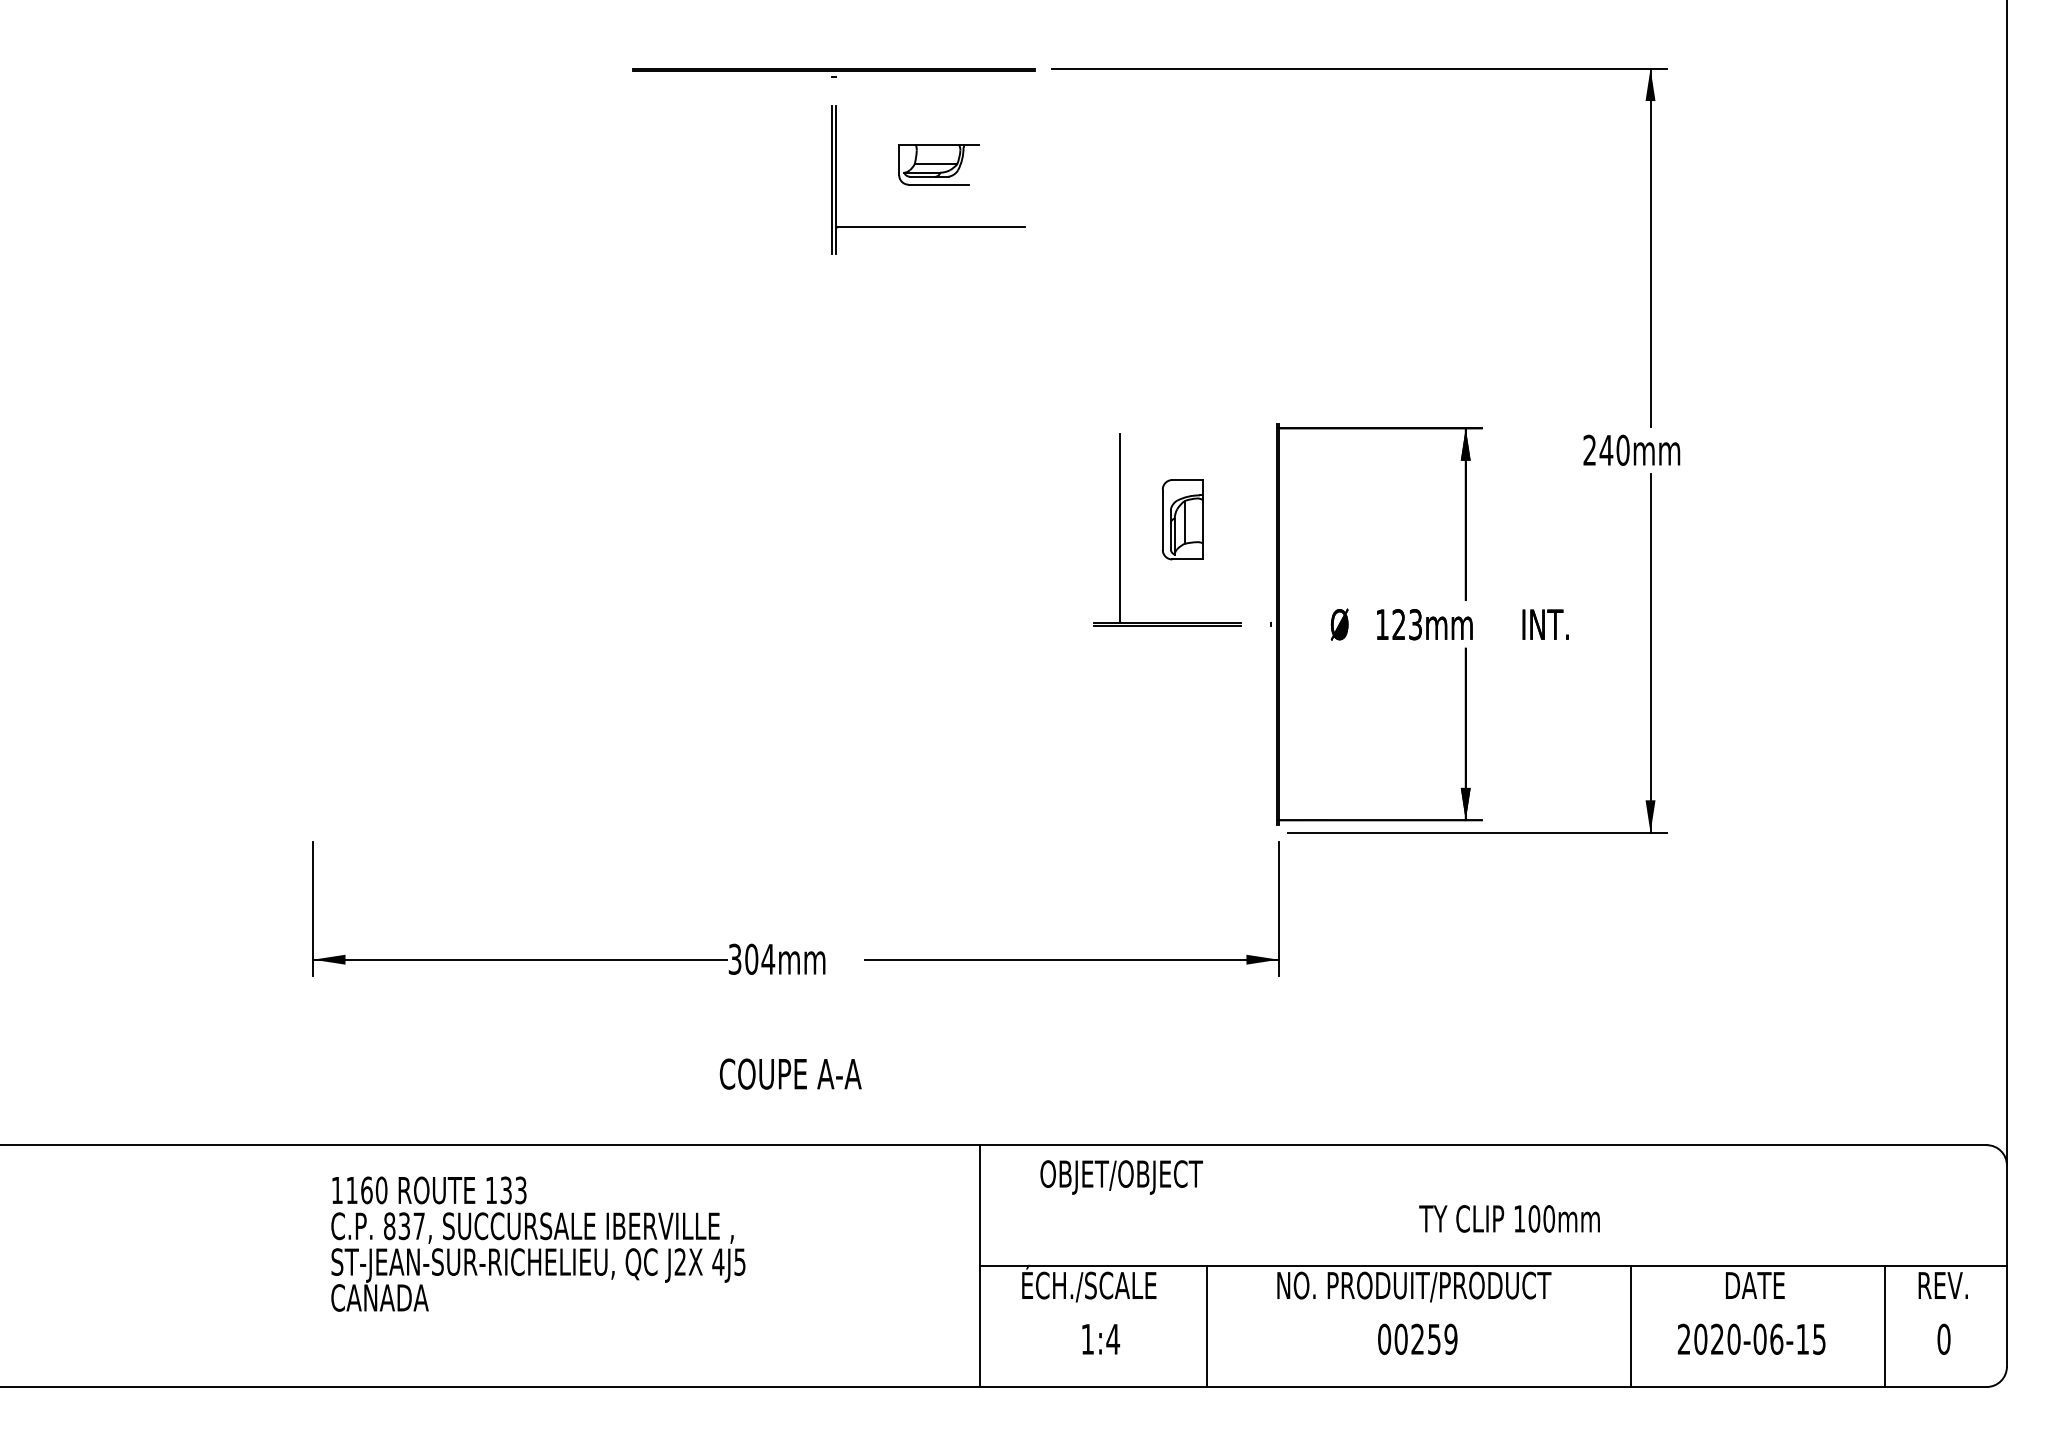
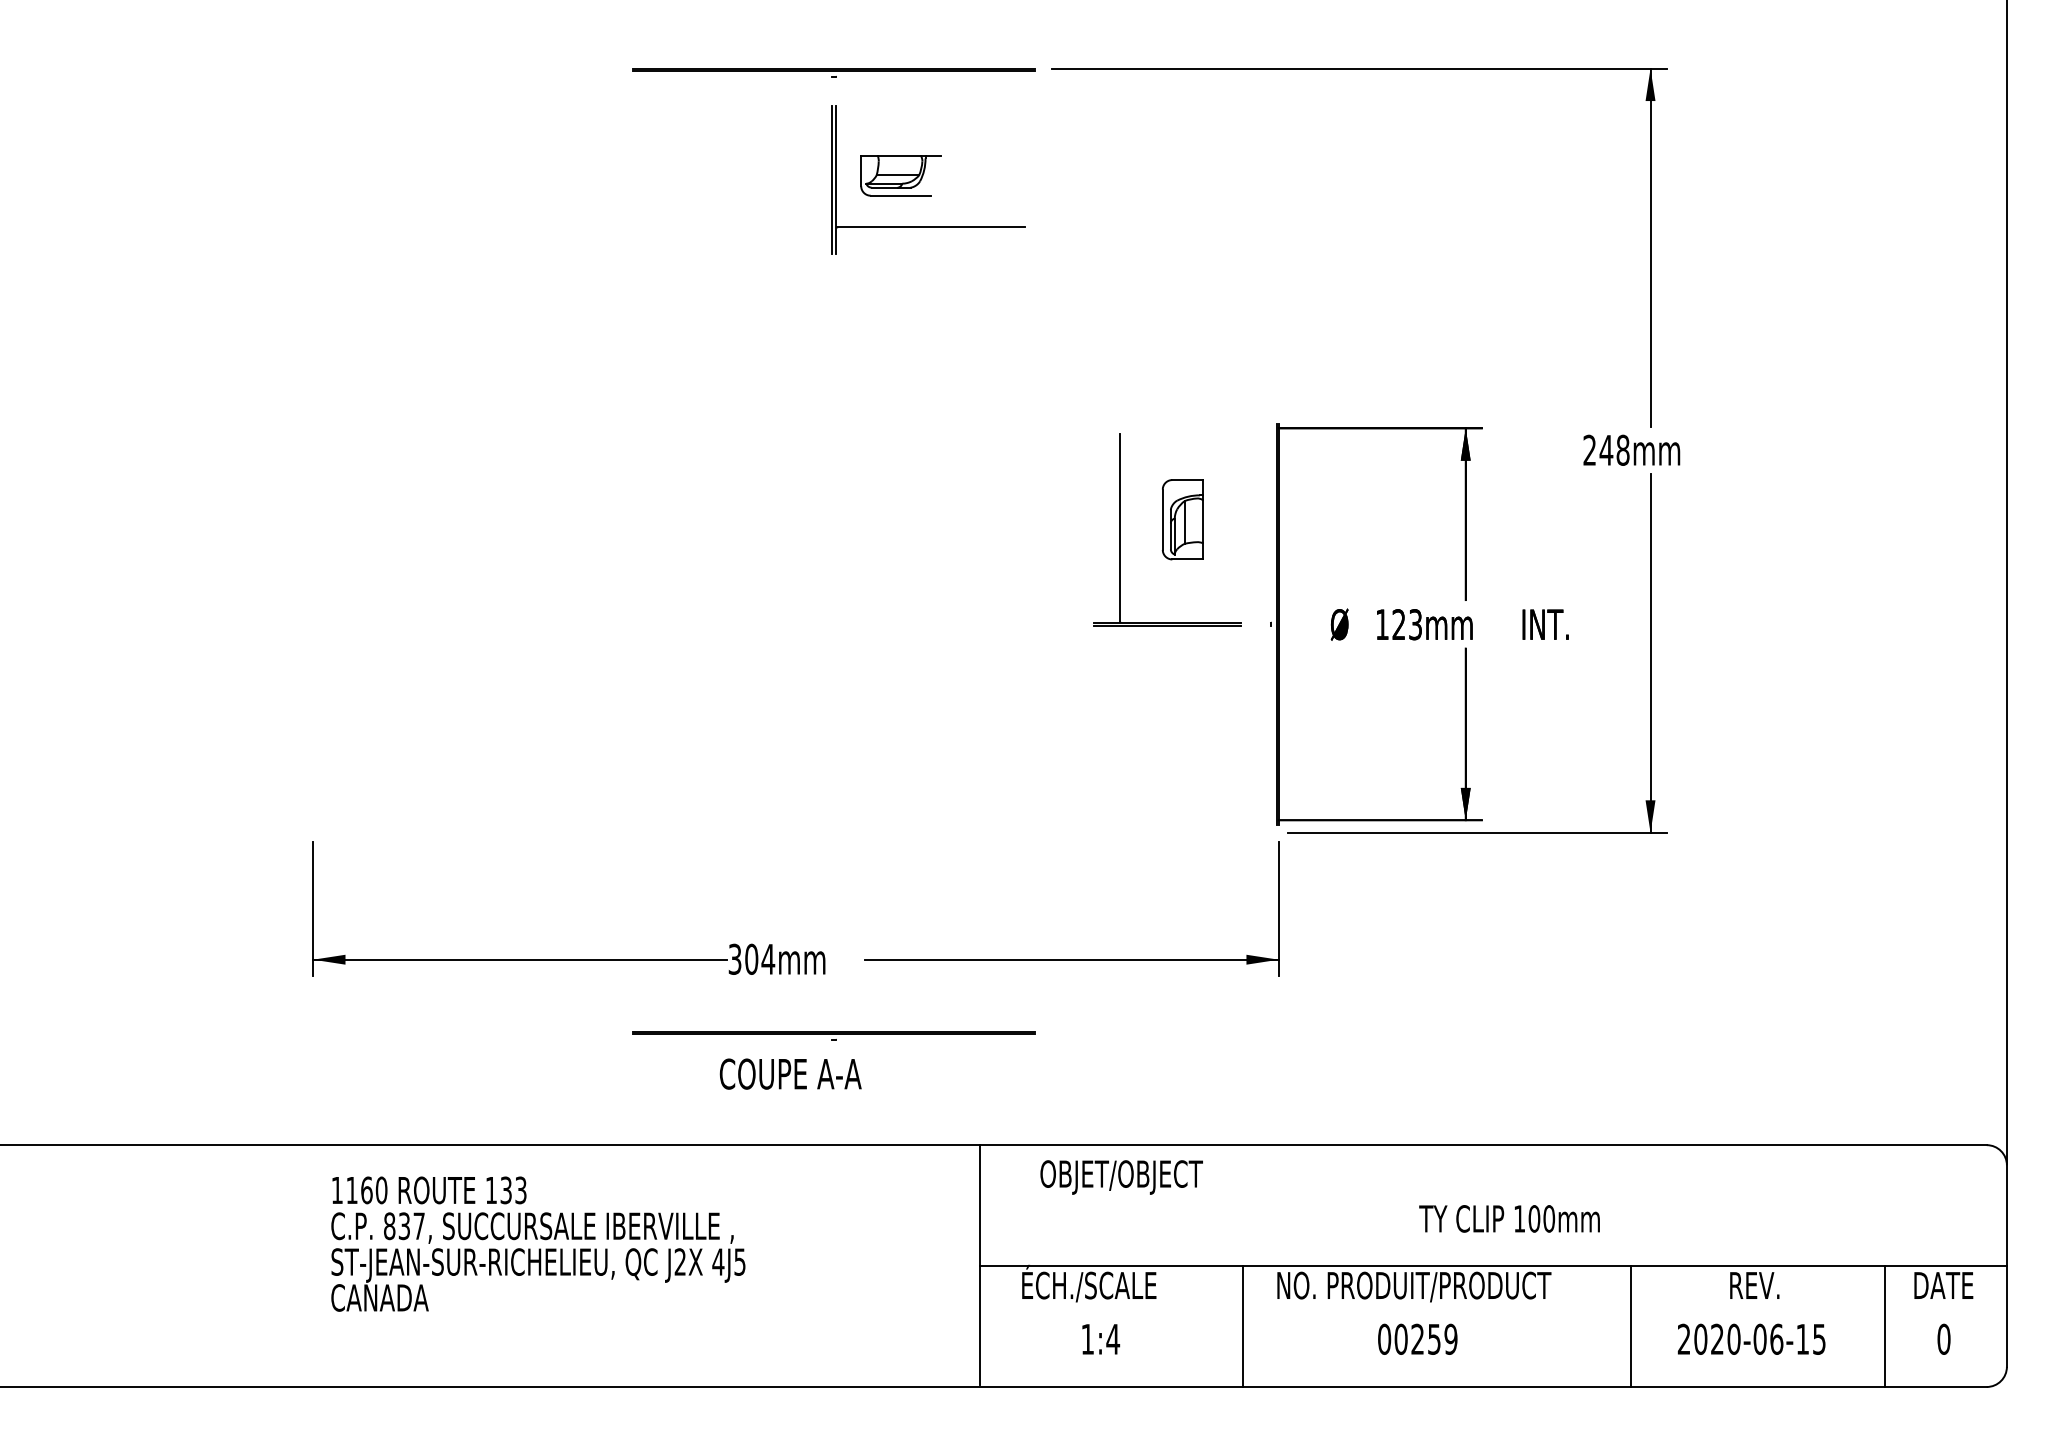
part at (938, 164) position: (938, 164) -> (900, 175)
text at (1622, 450): 240mm -> 248mm
part at (833, 1035): none -> present
text at (1754, 1285): DATE -> REV.
text at (1943, 1285): REV. -> DATE
line at (1206, 1326) position: (1206, 1326) -> (1242, 1326)
